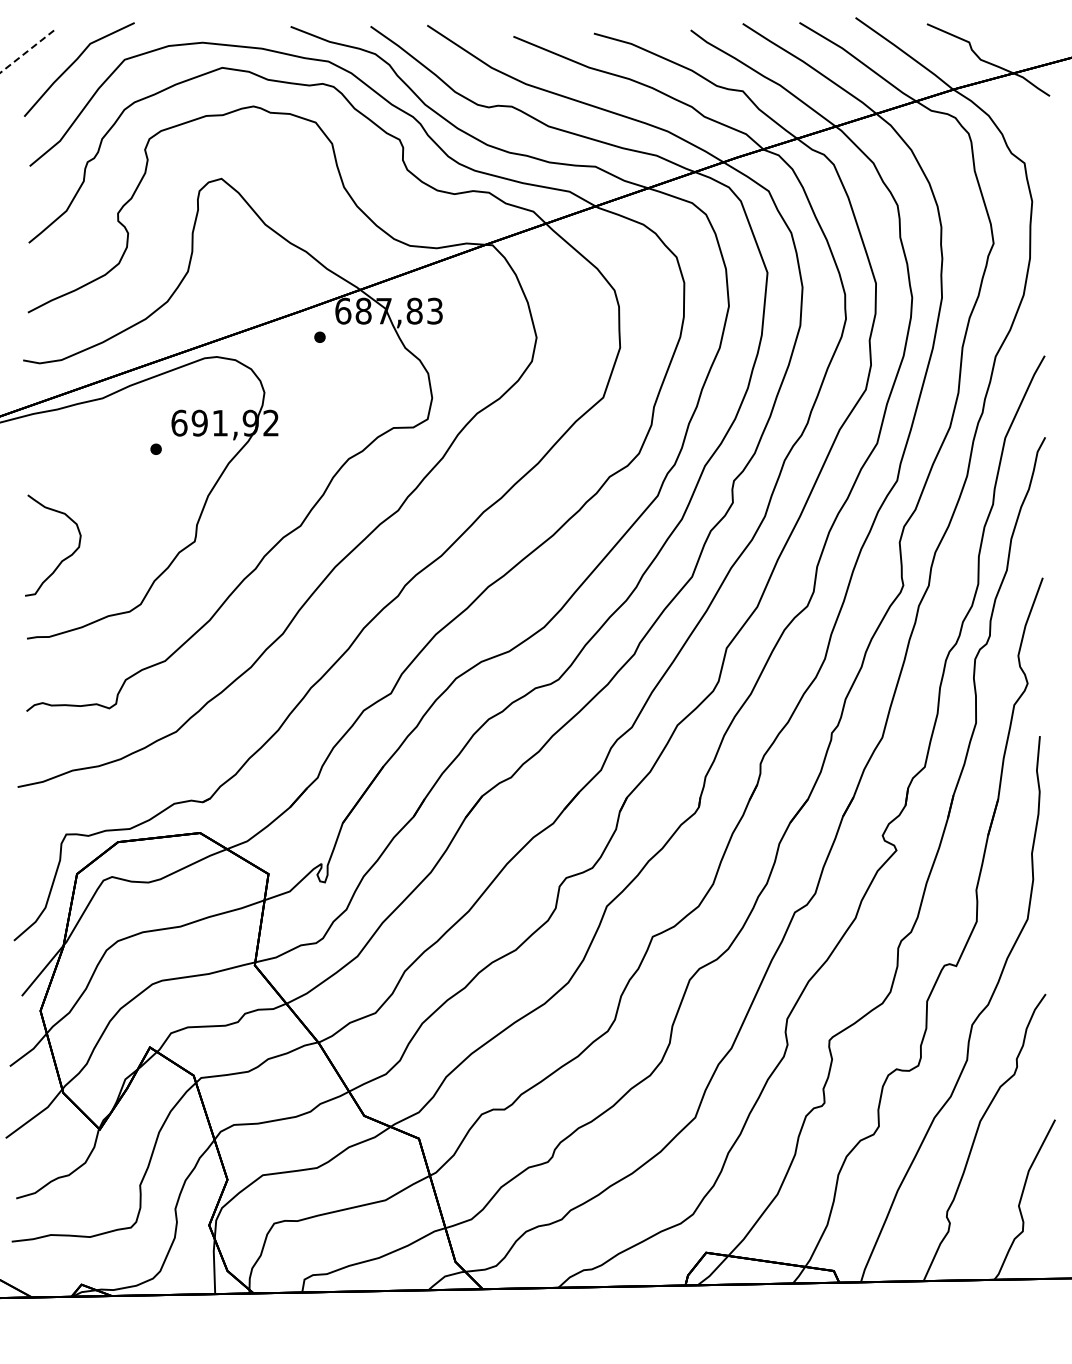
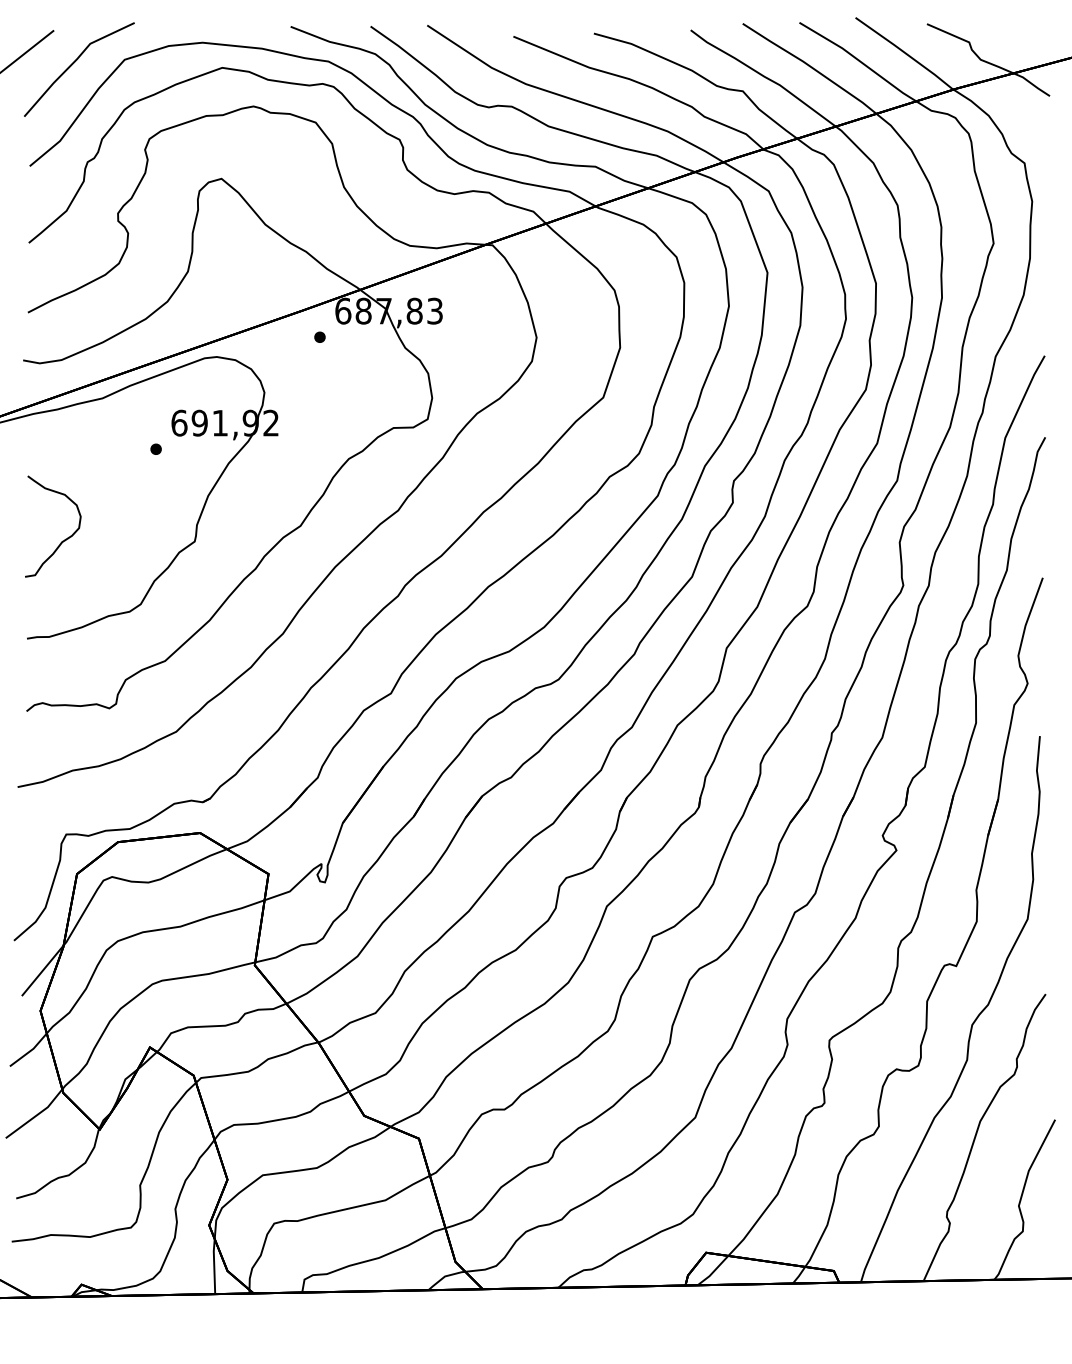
line at (26, 52): dashed -> solid
curve at (62, 559) position: (62, 559) -> (62, 540)
